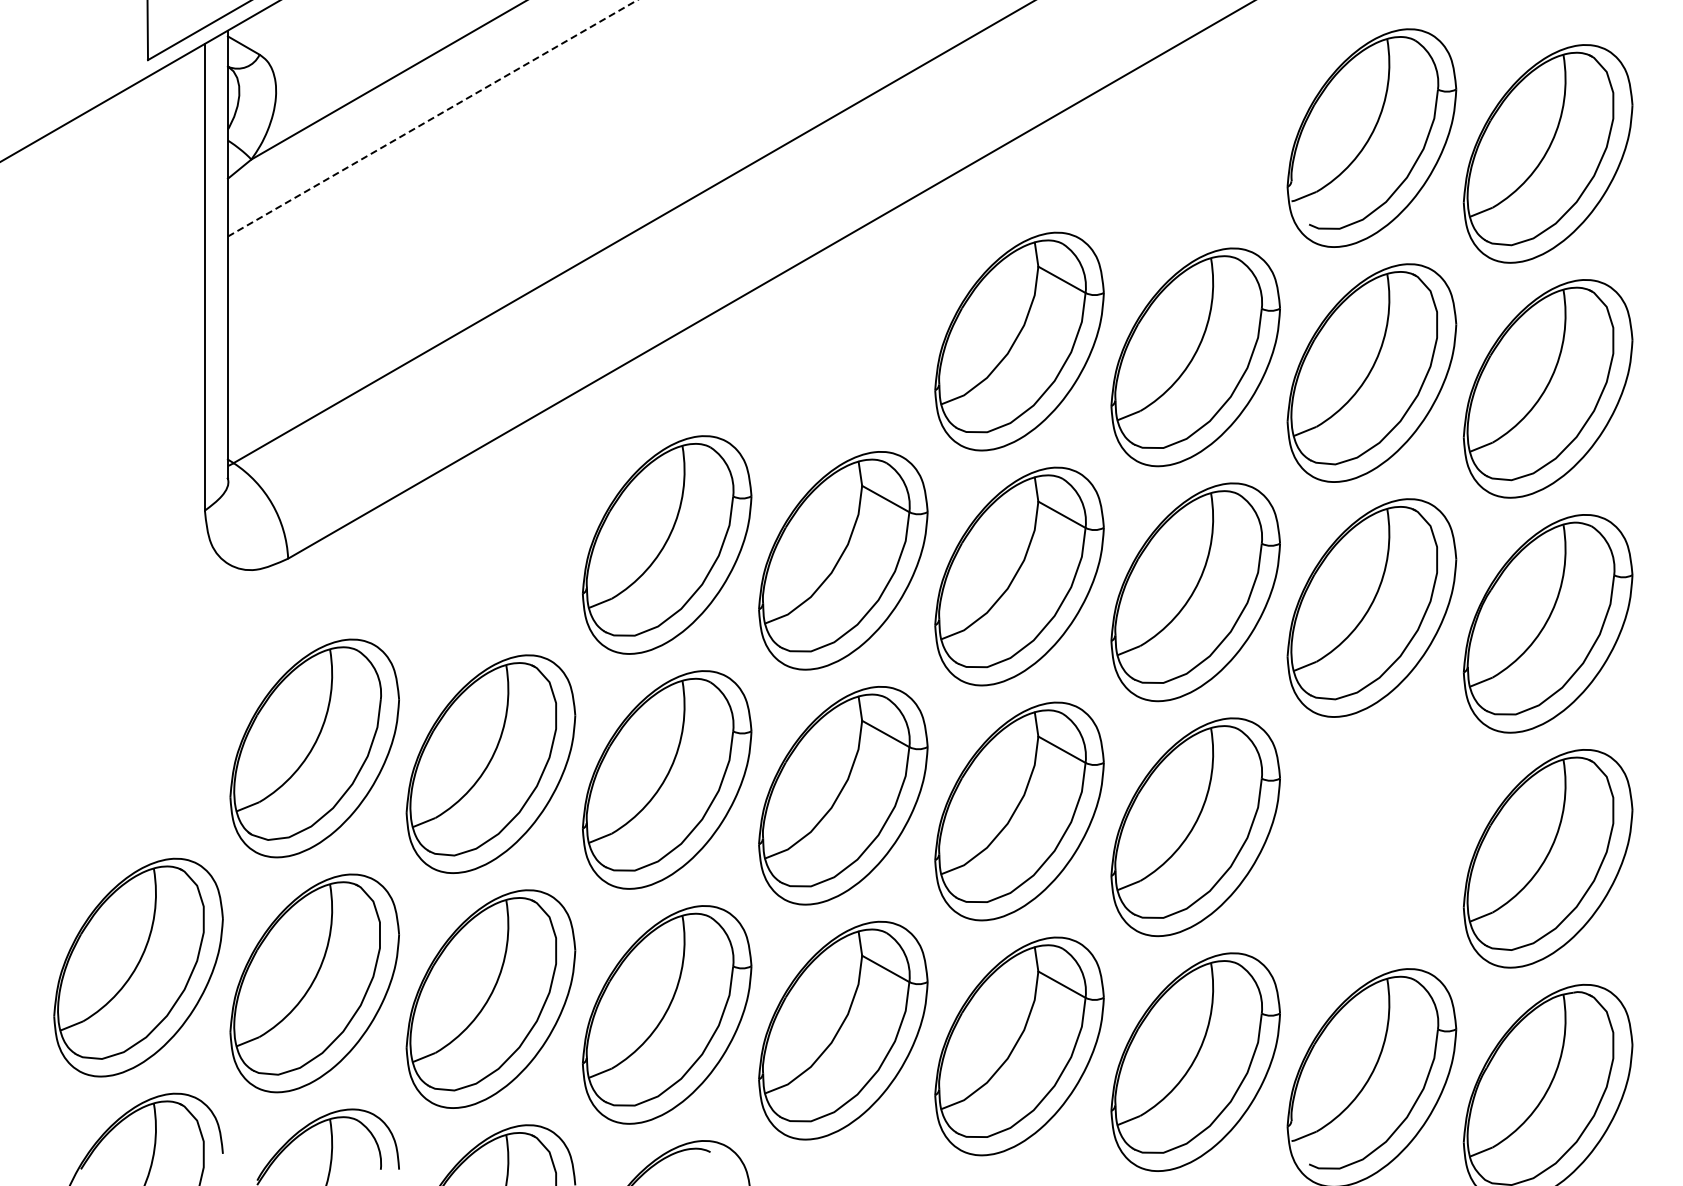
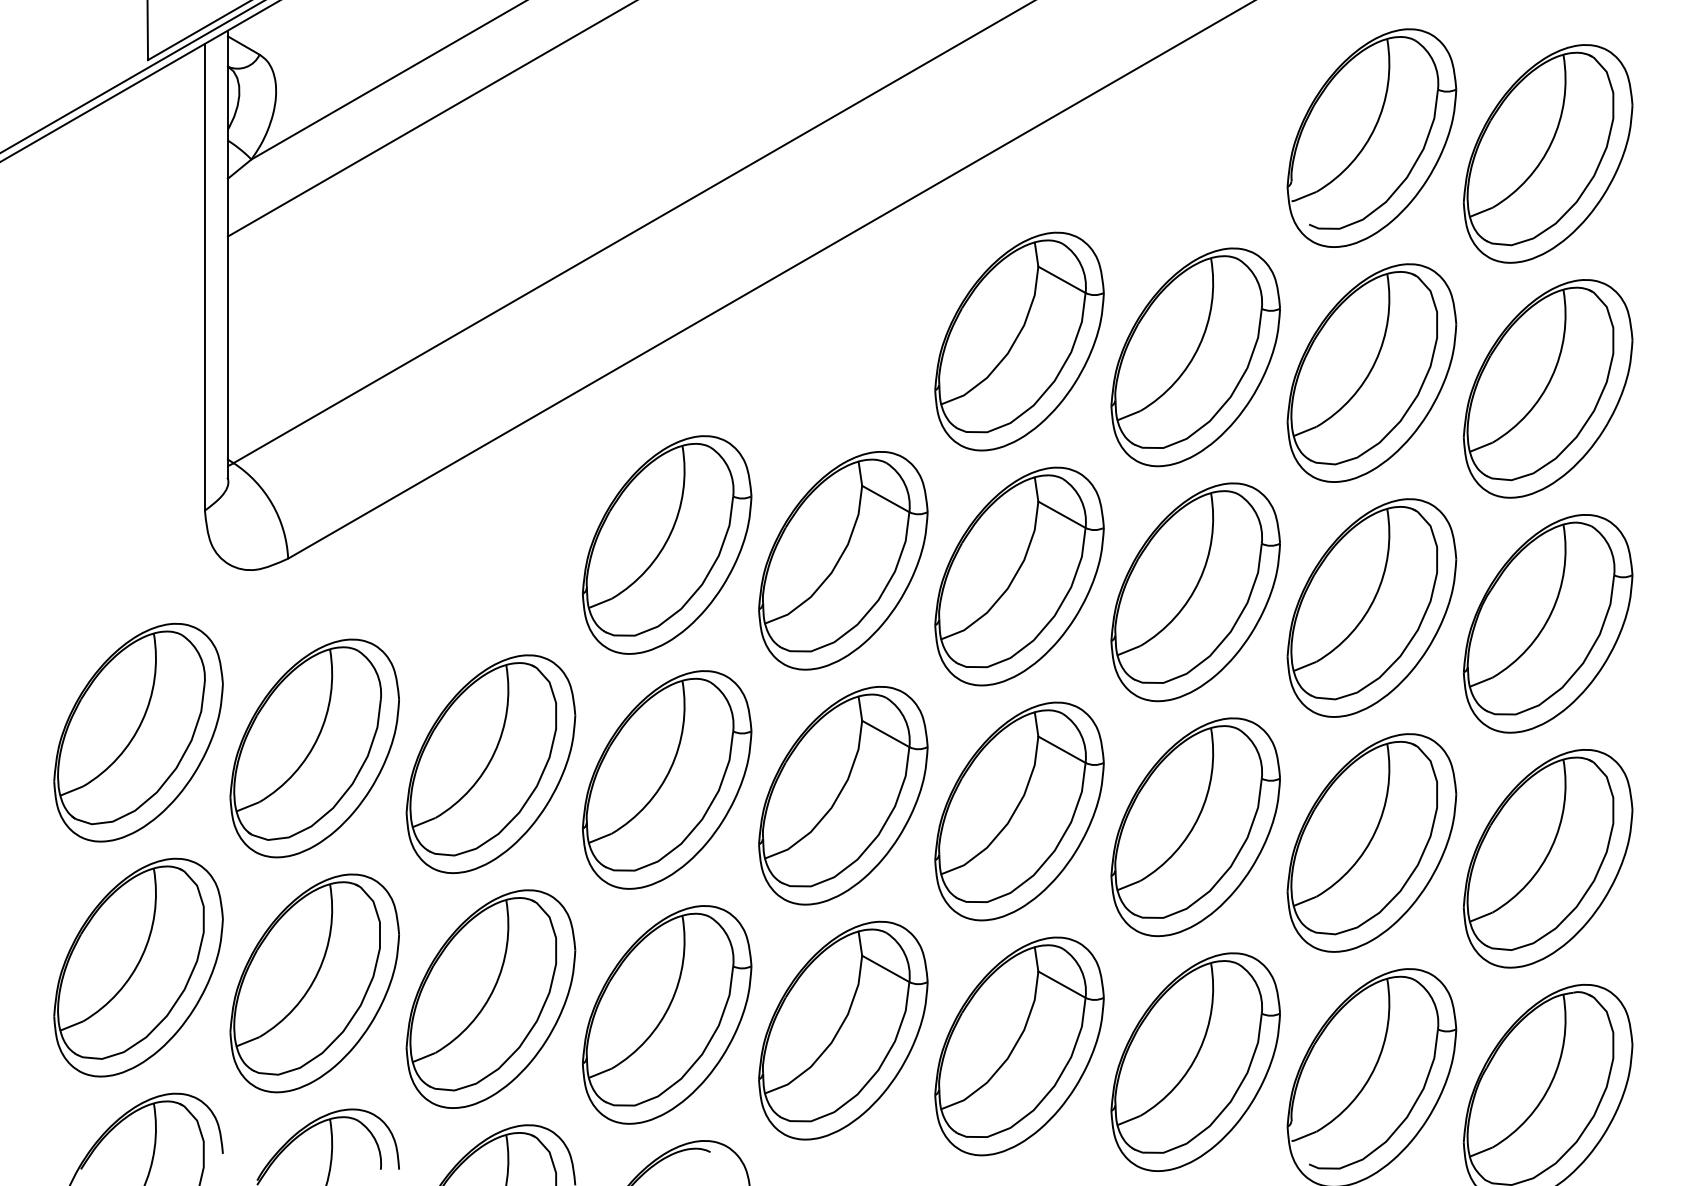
line at (131, 77): none -> present
line at (433, 118): dashed -> solid
part at (138, 732): none -> present
part at (1371, 842): none -> present
